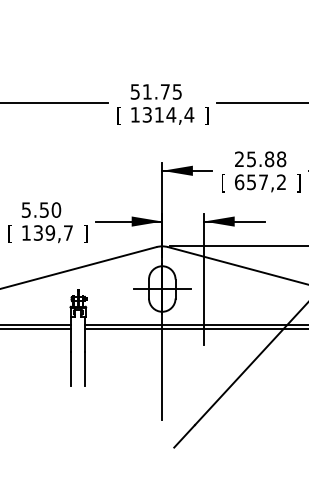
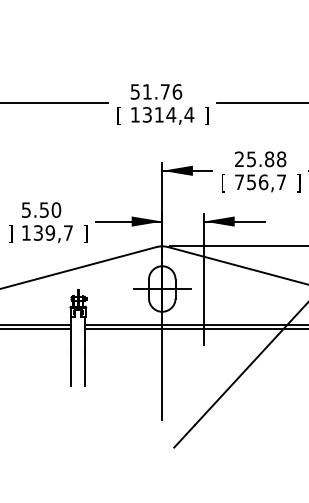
text at (177, 91): 51.75 -> 51.76
text at (260, 182): 657,2 -> 756,7
text at (10, 233): [ -> ]
